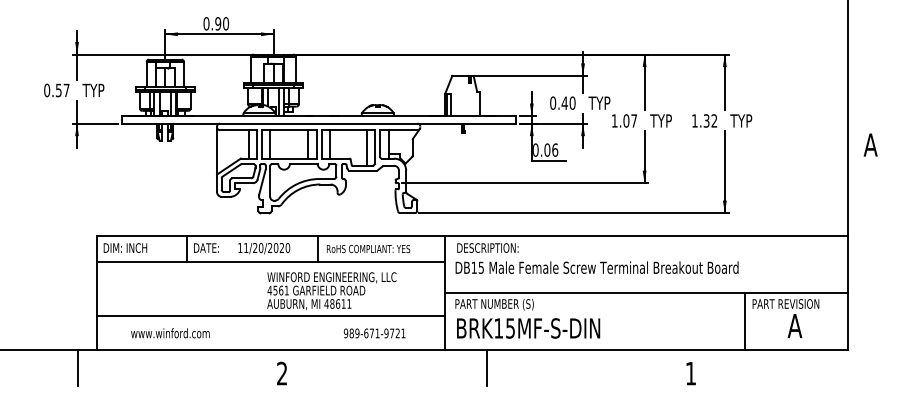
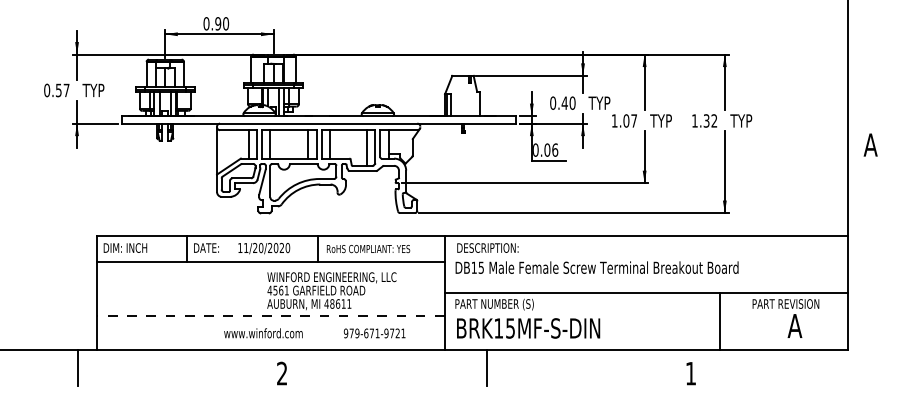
line at (270, 316): solid -> dashed
line at (745, 320) position: (745, 320) -> (720, 320)
text at (170, 333) position: (170, 333) -> (263, 333)
text at (351, 333): 989-671-9721 -> 979-671-9721
